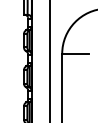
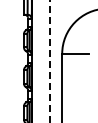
line at (50, 61): solid -> dashed
